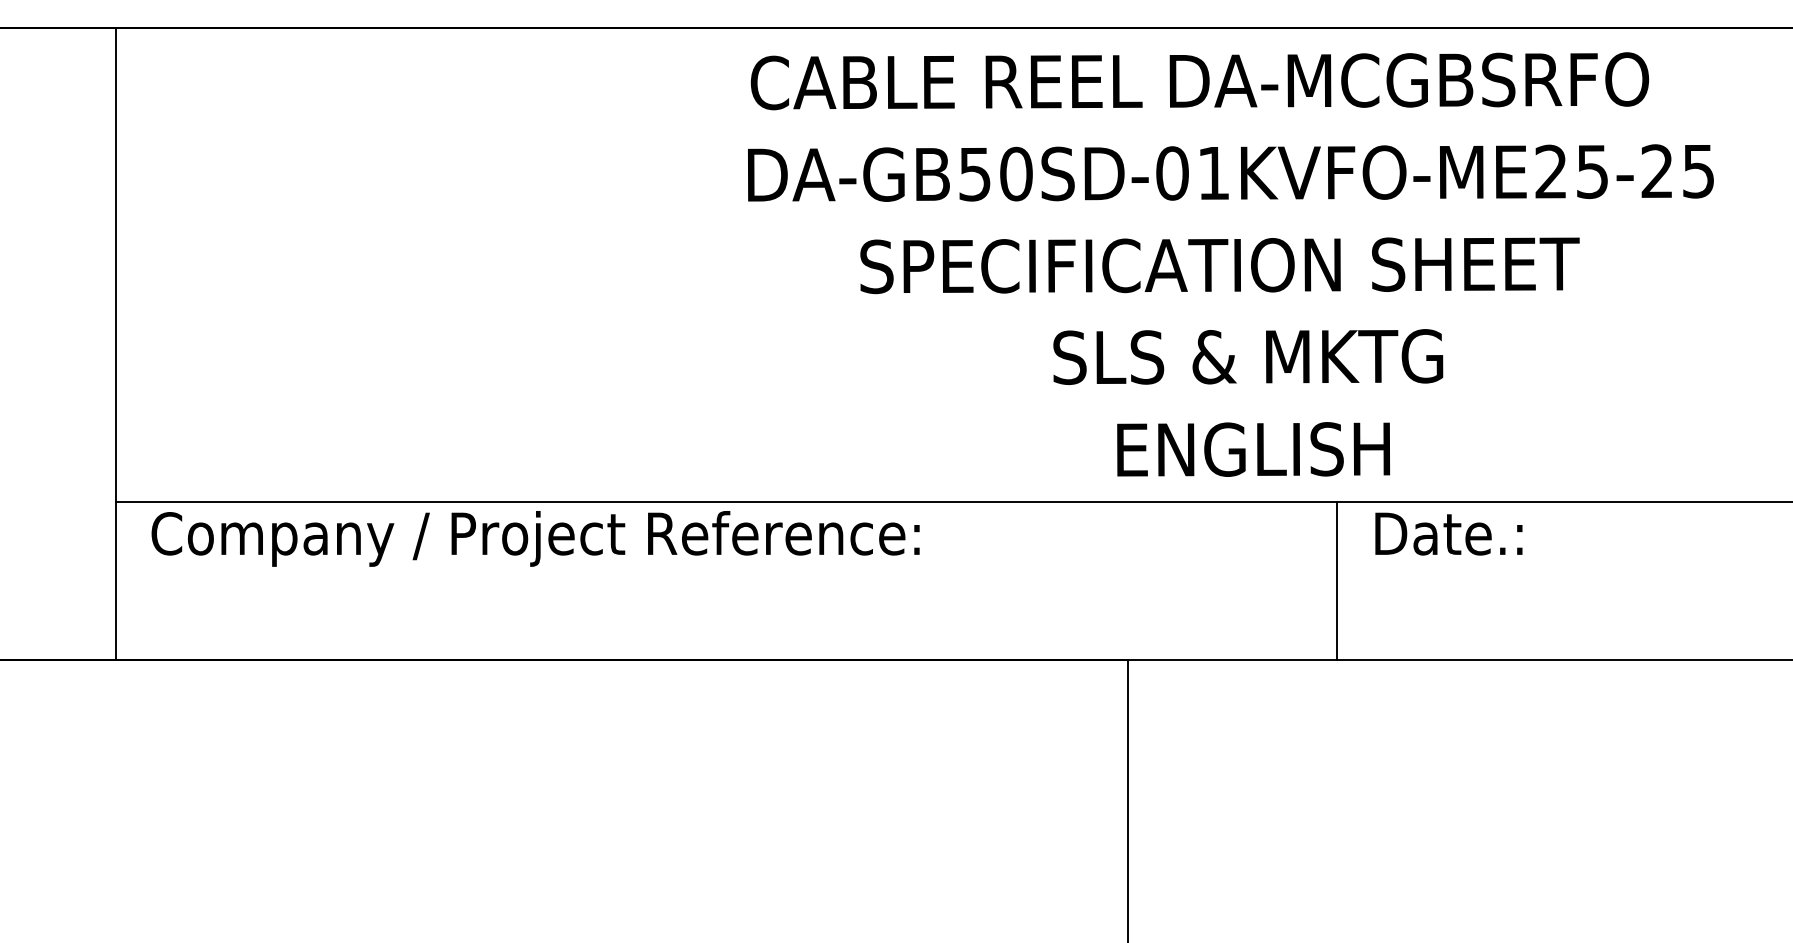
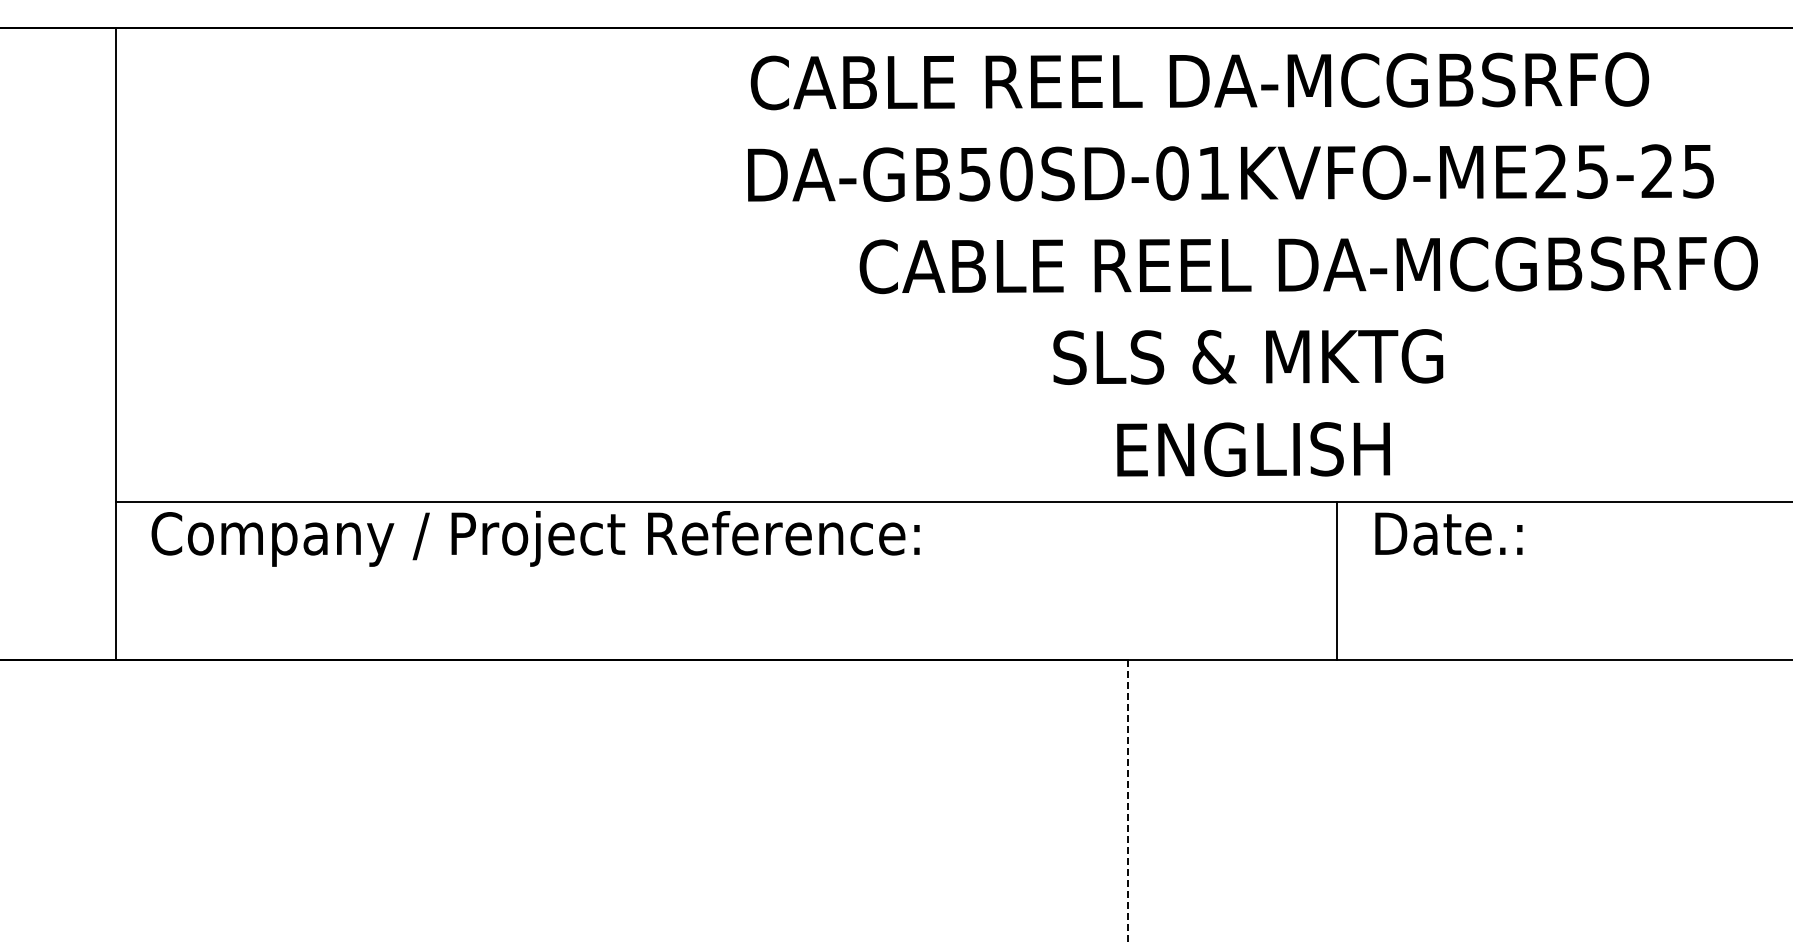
text at (1308, 265): SPECIFICATION SHEET -> CABLE REEL DA-MCGBSRFO
line at (1127, 801): solid -> dashed
